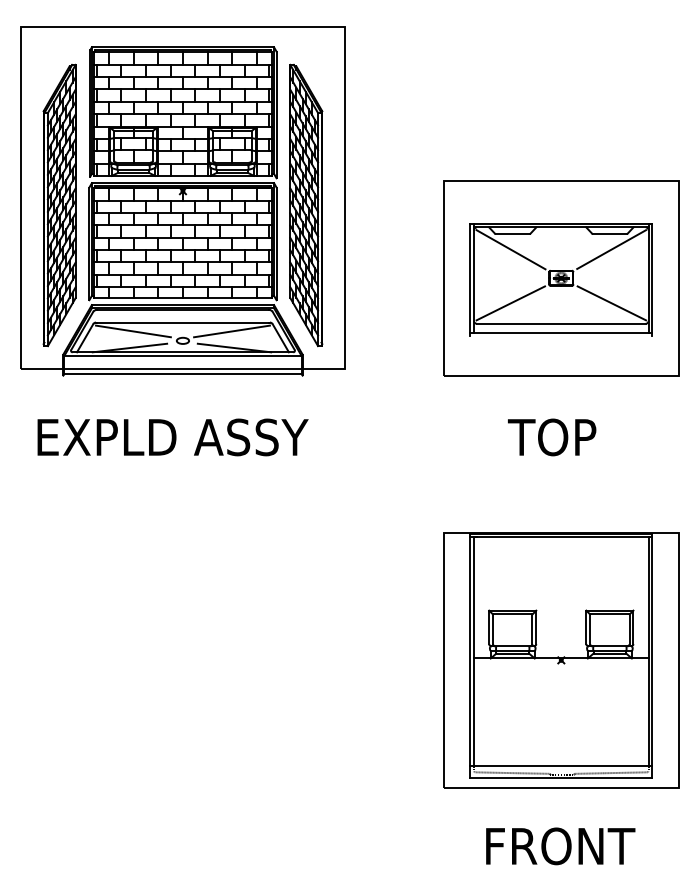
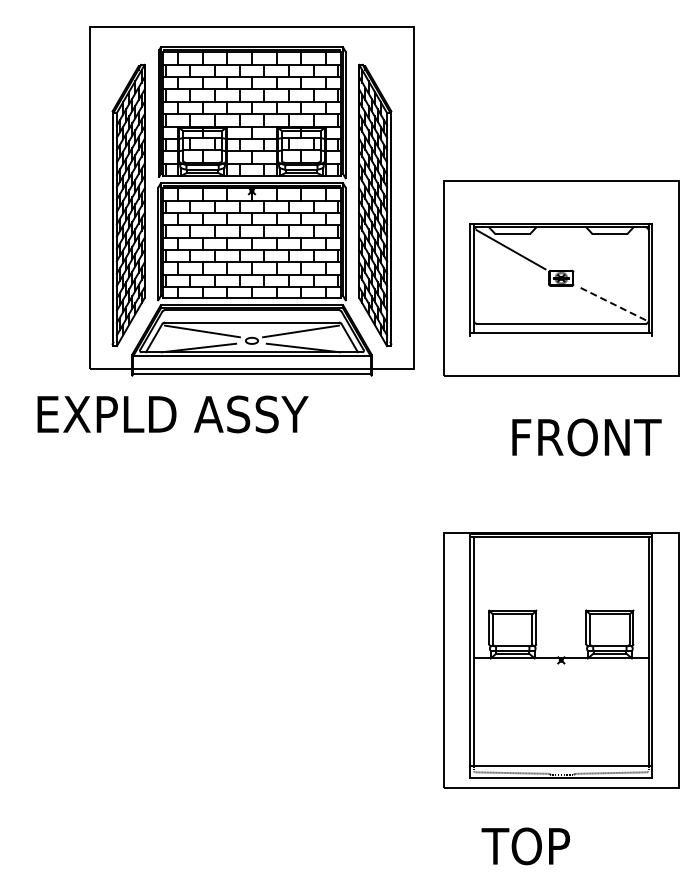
part at (182, 201) position: (182, 201) -> (251, 201)
line at (611, 249): present -> none
line at (510, 303): present -> none
line at (611, 303): solid -> dashed
text at (172, 437) position: (172, 437) -> (172, 414)
text at (584, 437): TOP -> FRONT
text at (558, 846): FRONT -> TOP
